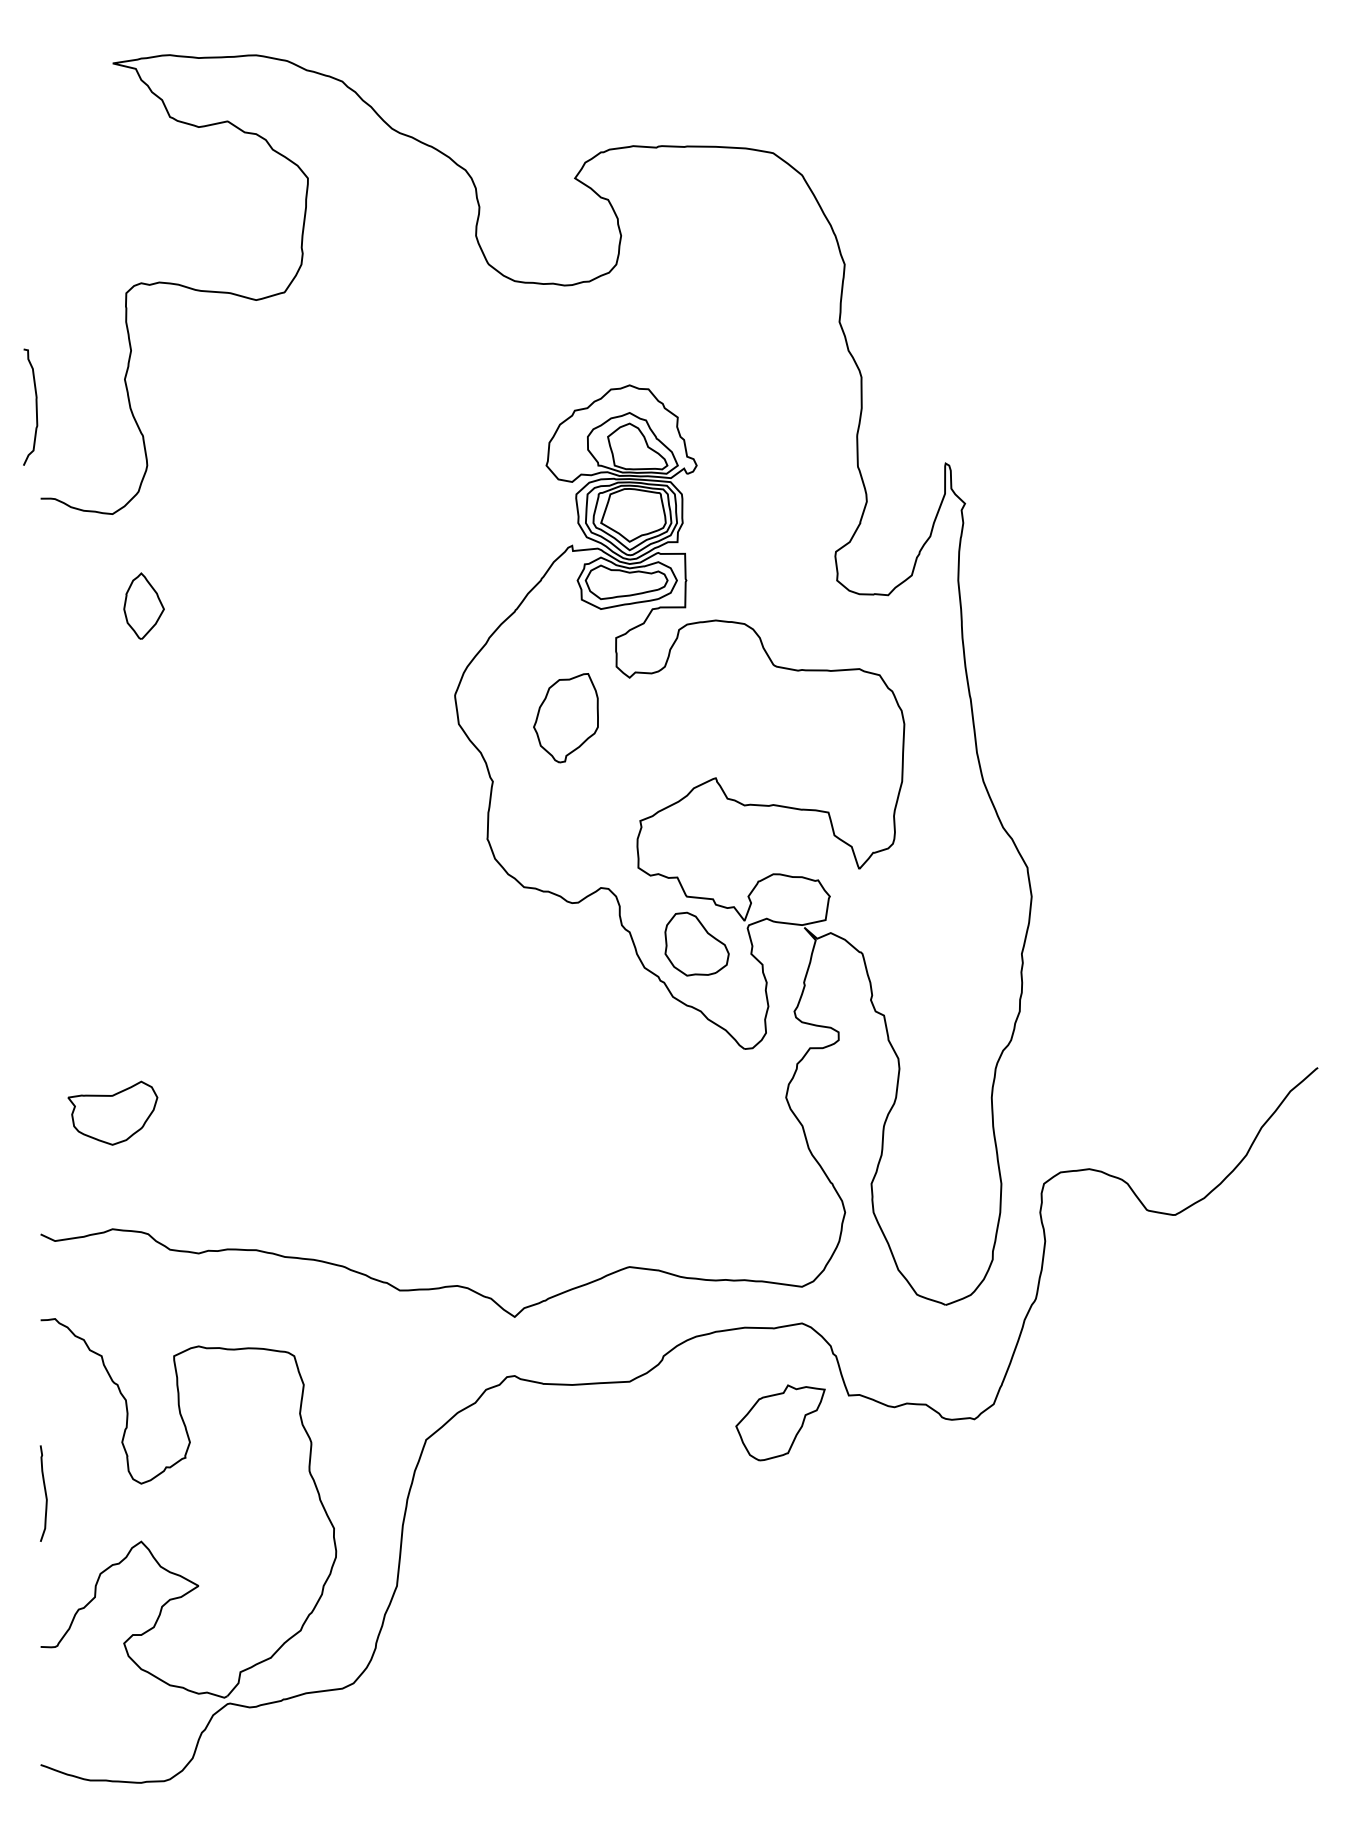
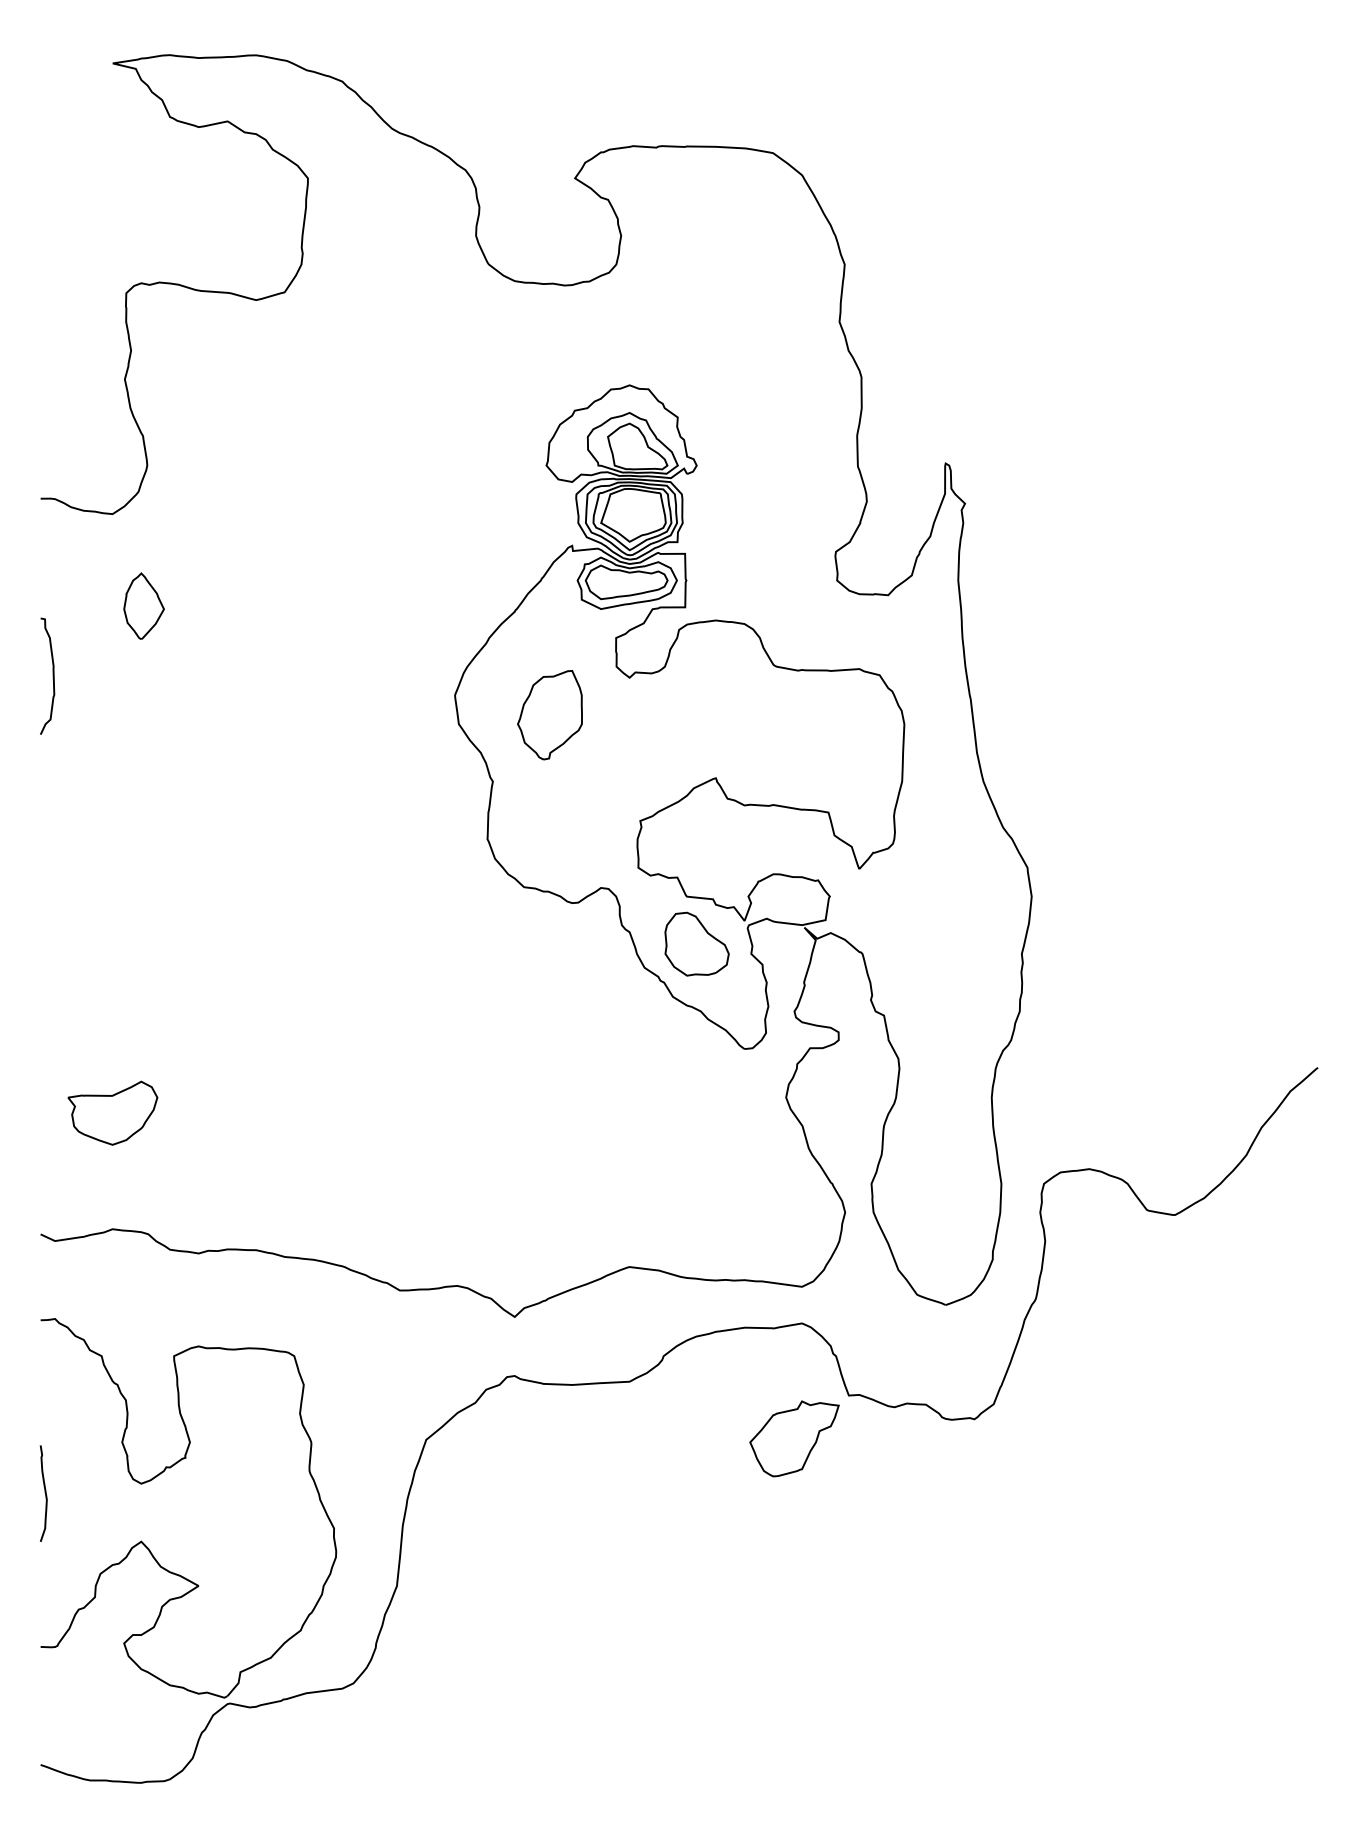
curve at (35, 406) position: (35, 406) -> (52, 675)
part at (565, 718) position: (565, 718) -> (549, 715)
part at (780, 1422) position: (780, 1422) -> (794, 1438)
